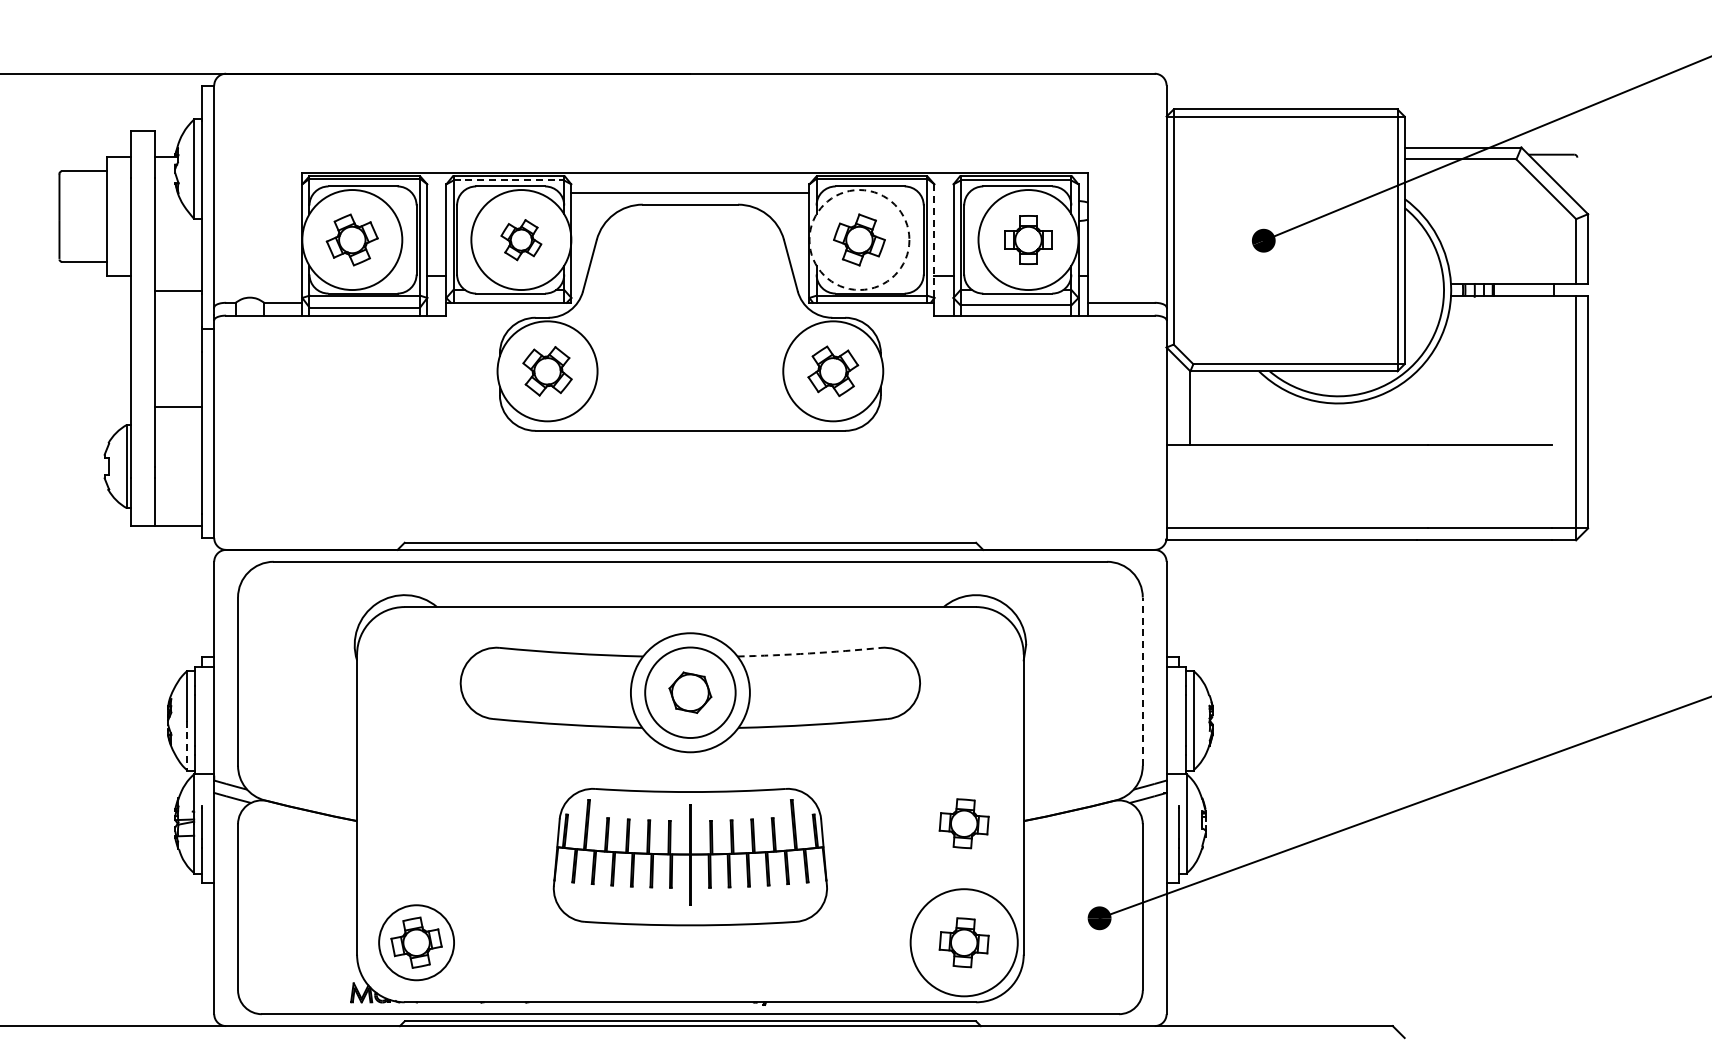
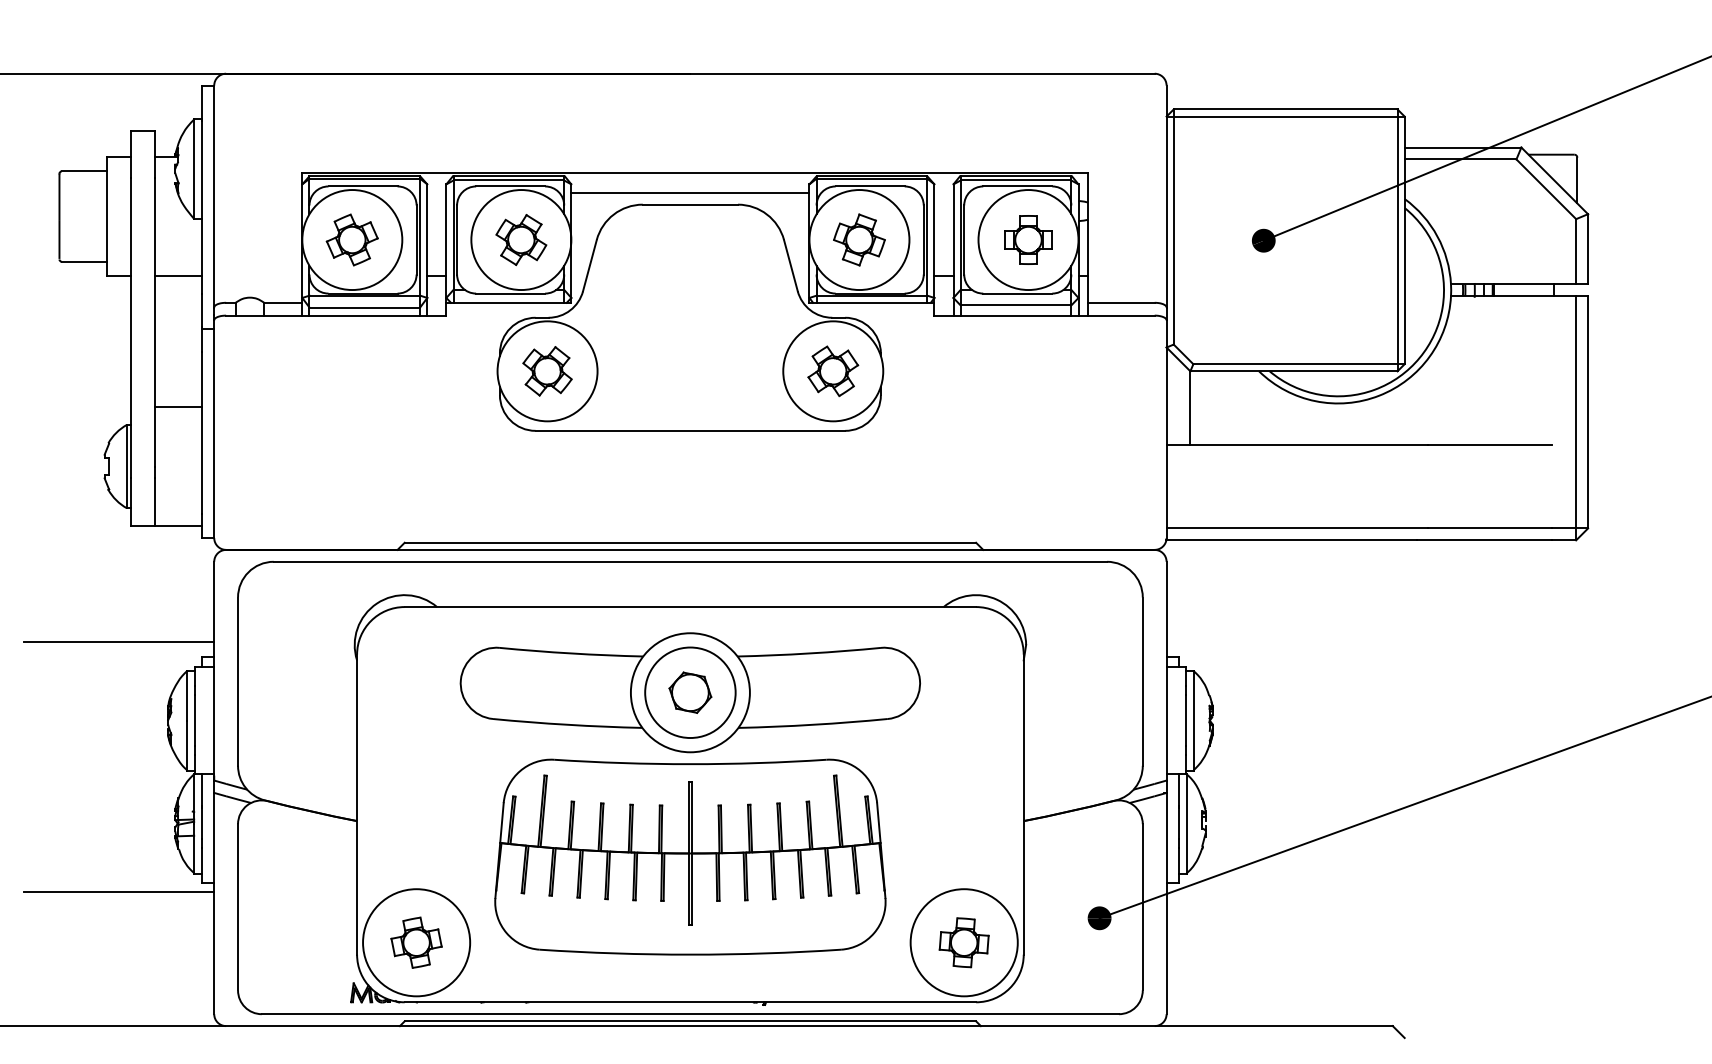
line at (509, 180): dashed -> solid
line at (1577, 180): none -> present
part at (521, 240) size: 43x43 px -> 53x53 px
circle at (859, 240): dashed -> solid
line at (934, 241): dashed -> solid
line at (178, 291) position: (178, 291) -> (178, 276)
line at (118, 641): none -> present
arc at (809, 653): dashed -> solid
line at (1142, 681): dashed -> solid
line at (187, 745): dashed -> solid
line at (202, 789): none -> present
line at (1178, 789): none -> present
part at (963, 823): present -> none
part at (689, 857) size: 276x139 px -> 393x198 px
line at (118, 891): none -> present
circle at (416, 942) diameter: 75 px -> 107 px
